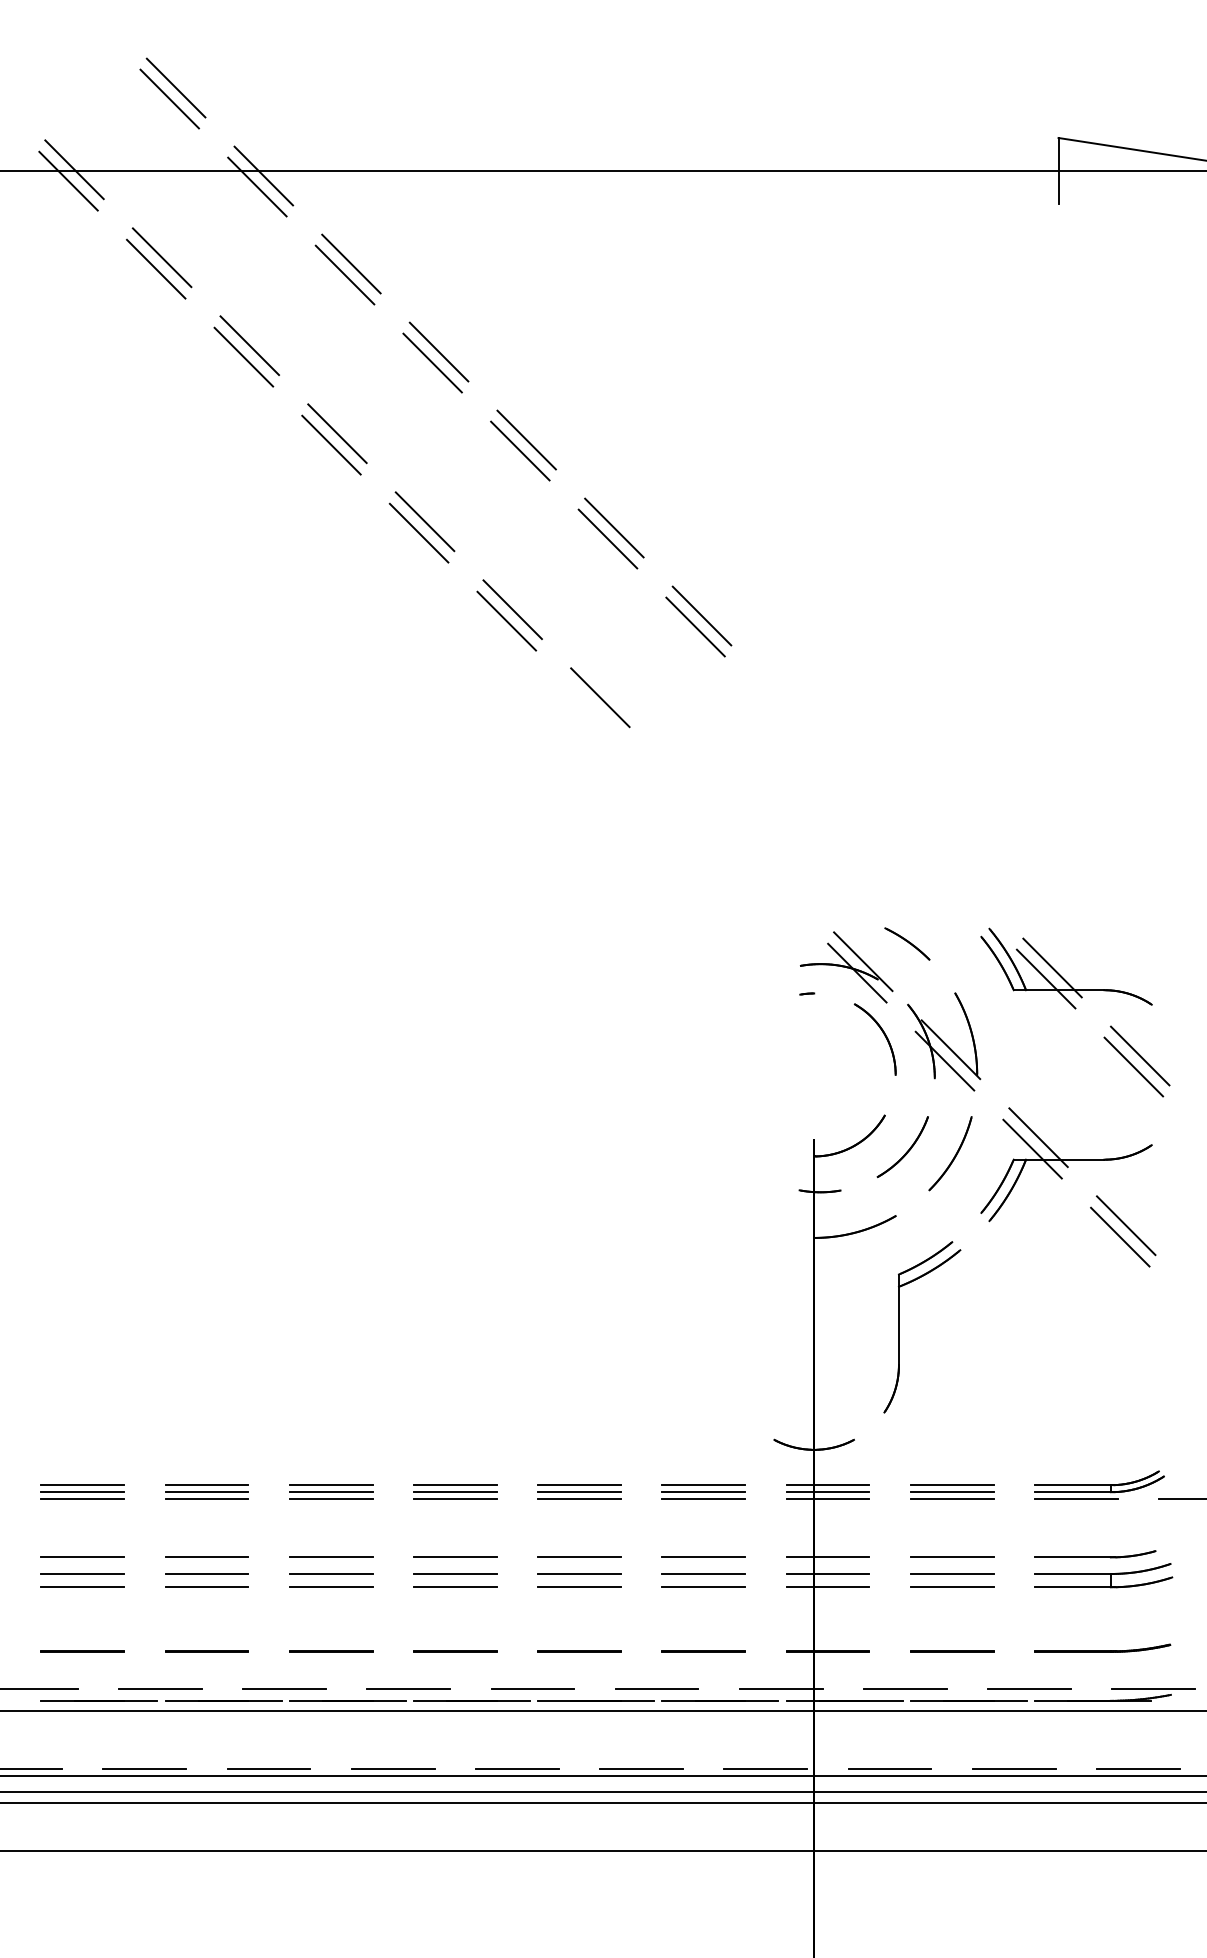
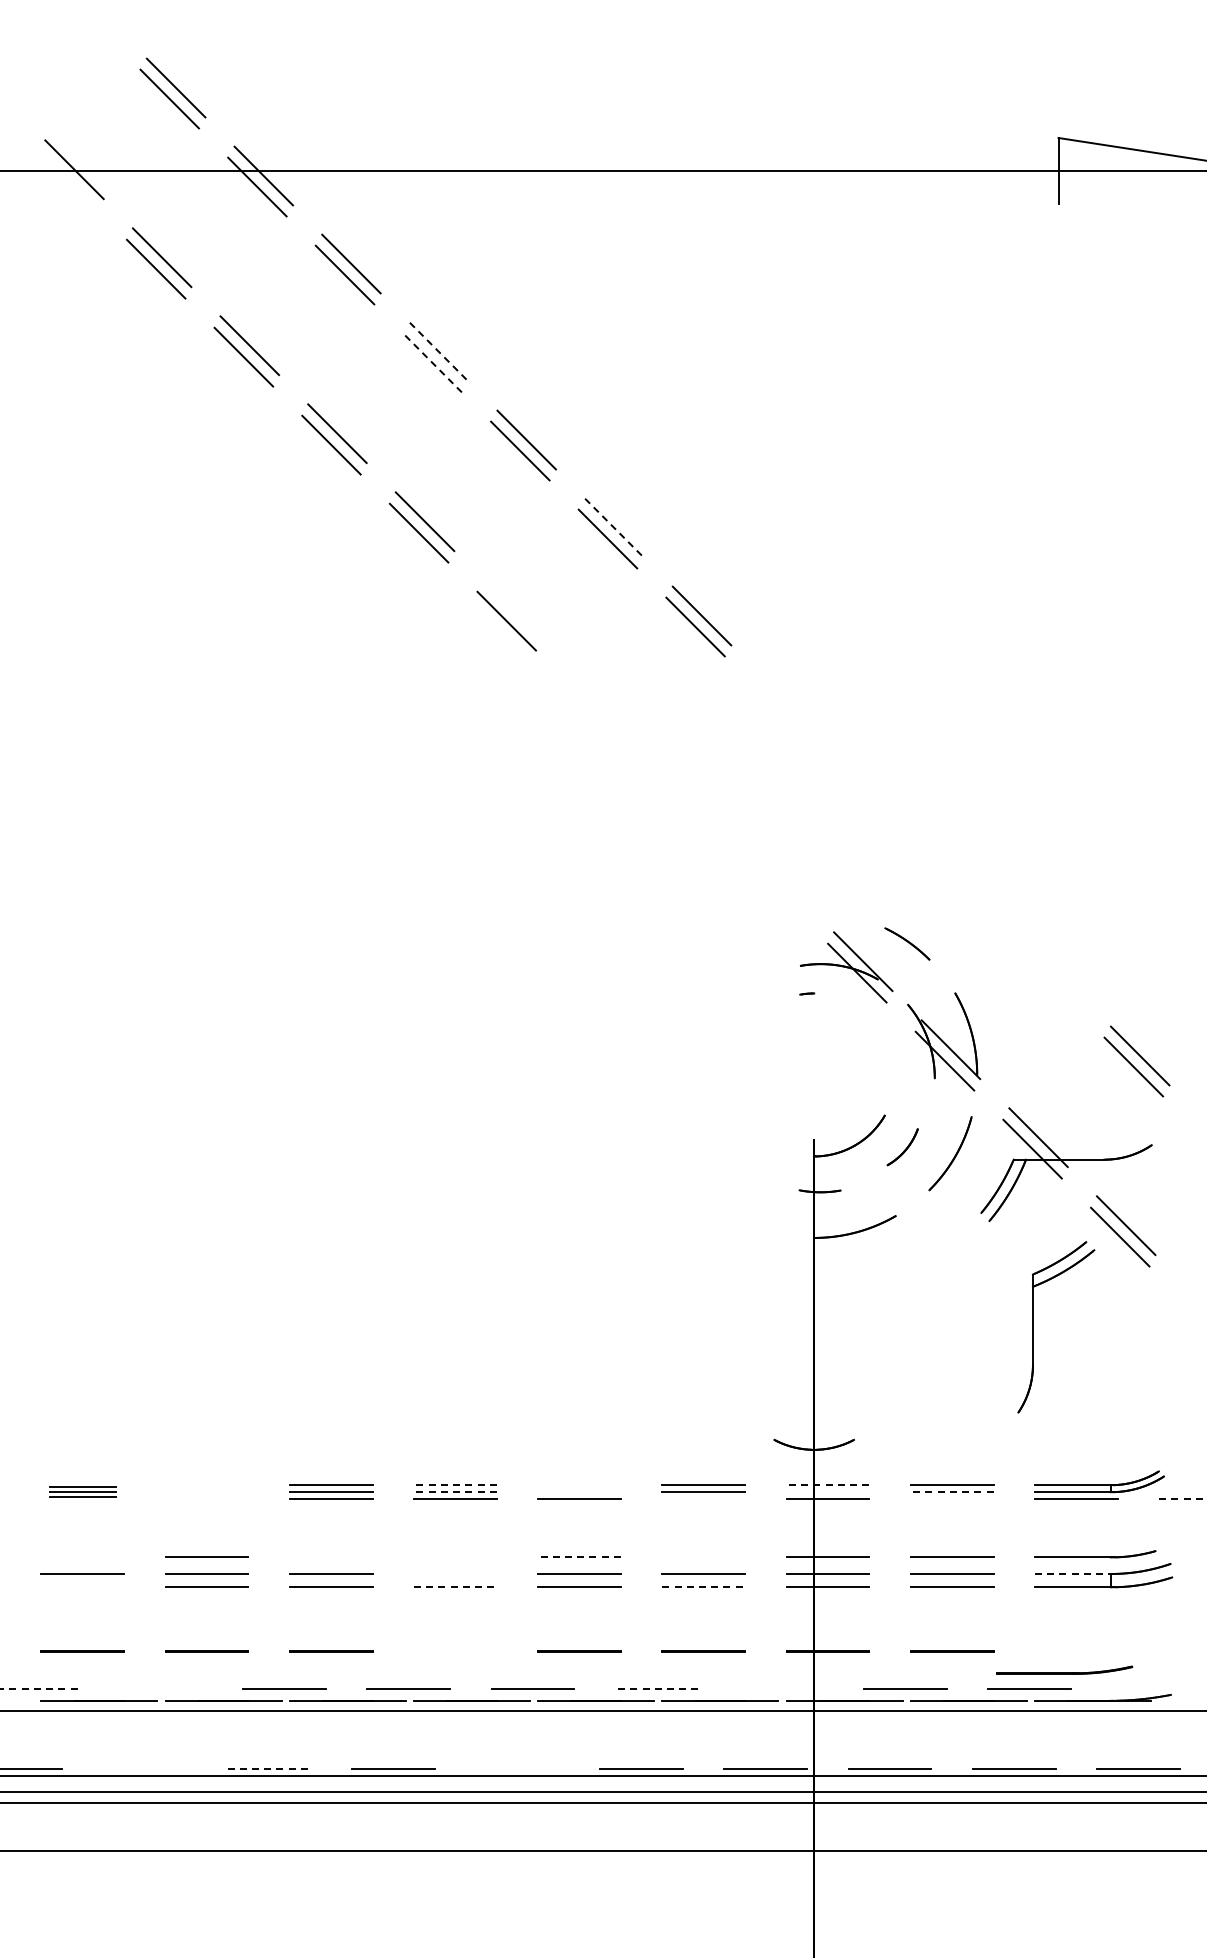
line at (68, 180): present -> none
line at (439, 352): solid -> dashed
line at (432, 362): solid -> dashed
line at (614, 528): solid -> dashed
line at (512, 609): present -> none
line at (600, 697): present -> none
part at (1060, 974): present -> none
part at (883, 1034): present -> none
part at (902, 1147) size: 53x63 px -> 33x39 px
part at (899, 1327) position: (899, 1327) -> (1033, 1327)
line at (206, 1485): present -> none
line at (454, 1485): solid -> dashed
line at (579, 1485): present -> none
line at (827, 1485): solid -> dashed
part at (82, 1491) size: 85x16 px -> 68x12 px
line at (206, 1492): present -> none
line at (454, 1492): solid -> dashed
line at (579, 1492): present -> none
line at (827, 1492): present -> none
line at (951, 1492): solid -> dashed
line at (206, 1498): present -> none
line at (703, 1498): present -> none
line at (951, 1498): present -> none
line at (1182, 1498): solid -> dashed
line at (82, 1557): present -> none
line at (330, 1557): present -> none
line at (454, 1557): present -> none
line at (579, 1557): solid -> dashed
line at (703, 1557): present -> none
line at (454, 1574): present -> none
line at (1072, 1574): solid -> dashed
line at (82, 1587): present -> none
line at (455, 1587): solid -> dashed
line at (704, 1587): solid -> dashed
part at (1102, 1647) position: (1102, 1647) -> (1064, 1669)
line at (455, 1651): present -> none
line at (38, 1688): solid -> dashed
line at (160, 1688): present -> none
line at (656, 1688): solid -> dashed
line at (780, 1688): present -> none
line at (1153, 1688): present -> none
line at (144, 1769): present -> none
line at (269, 1769): solid -> dashed
line at (517, 1769): present -> none
